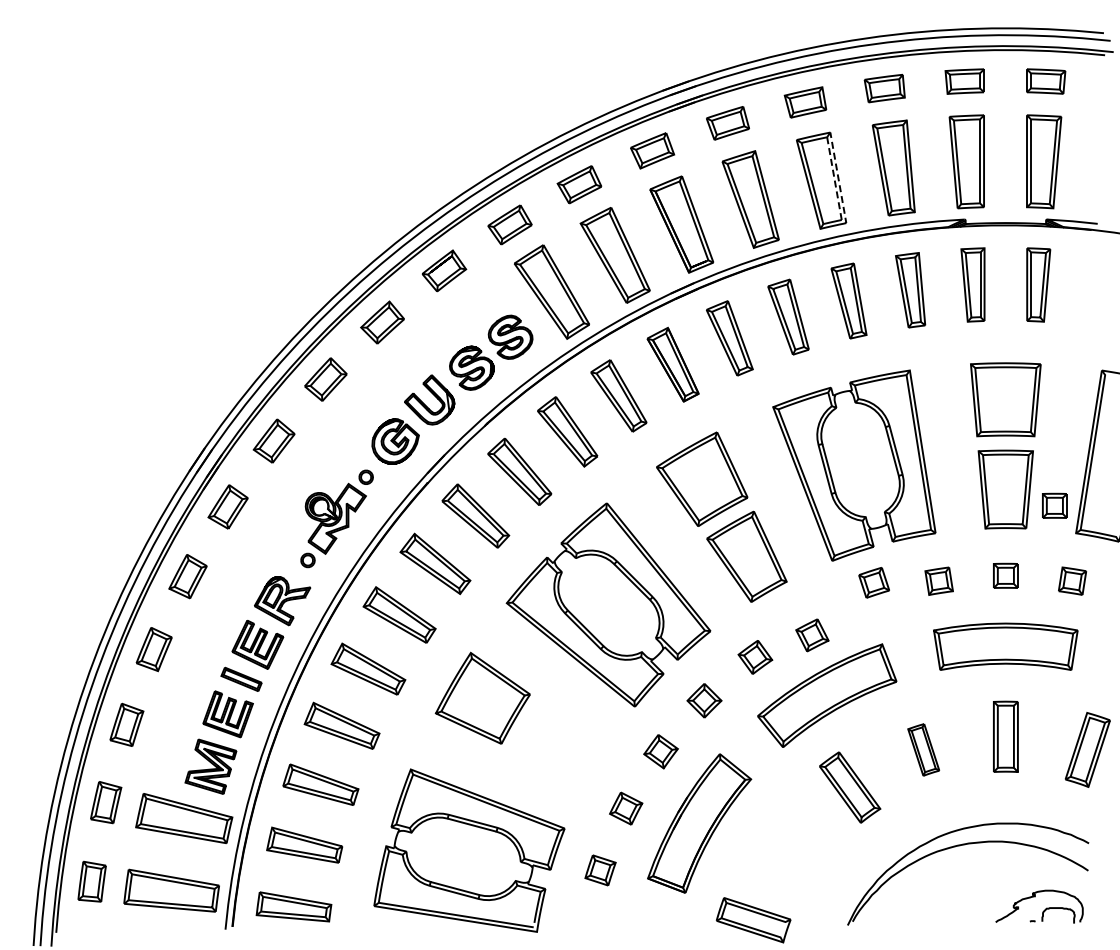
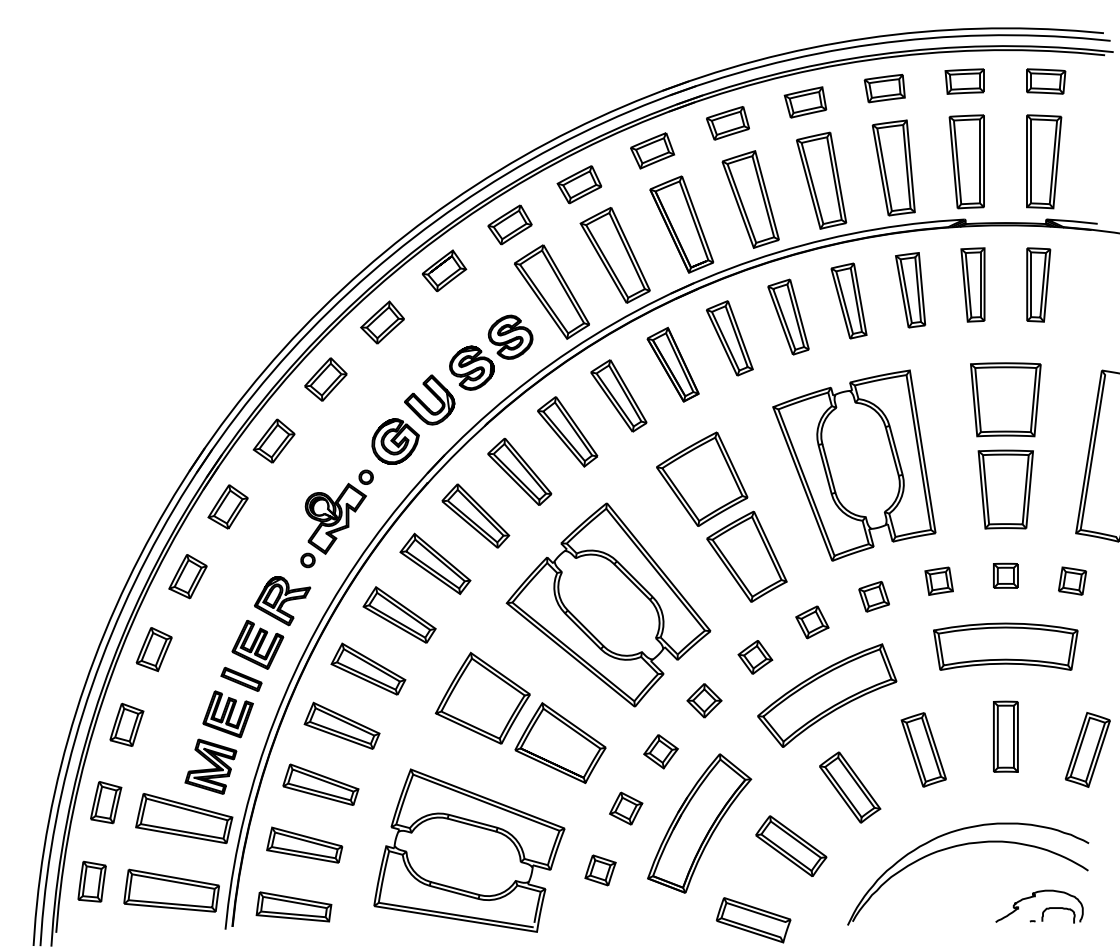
line at (846, 223): dashed -> solid
part at (1054, 505): present -> none
part at (873, 582) position: (873, 582) -> (873, 596)
part at (812, 635) position: (812, 635) -> (812, 622)
part at (560, 742): none -> present
part at (923, 749) size: 34x54 px -> 47x76 px
part at (791, 845): none -> present
